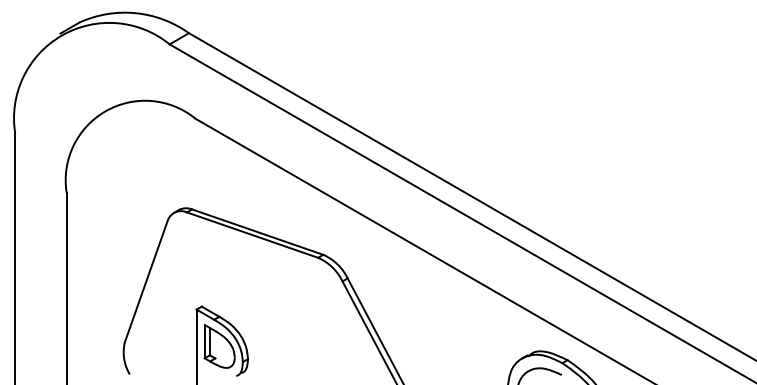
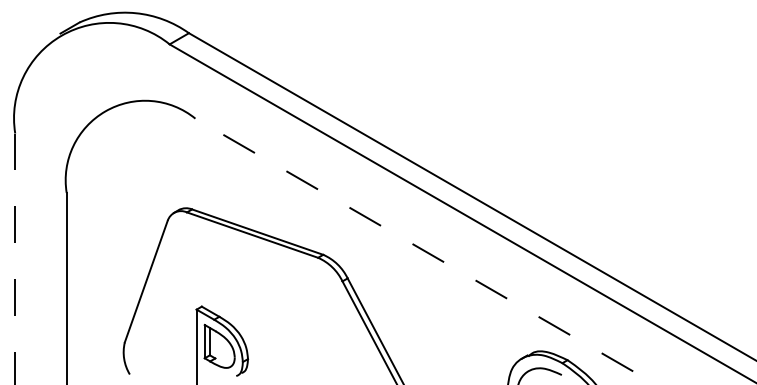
line at (425, 251): solid -> dashed
line at (15, 259): solid -> dashed
